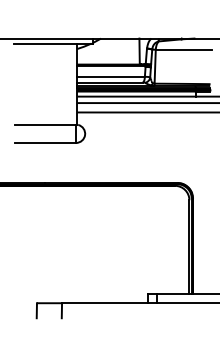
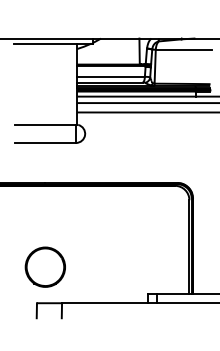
part at (44, 266): none -> present
